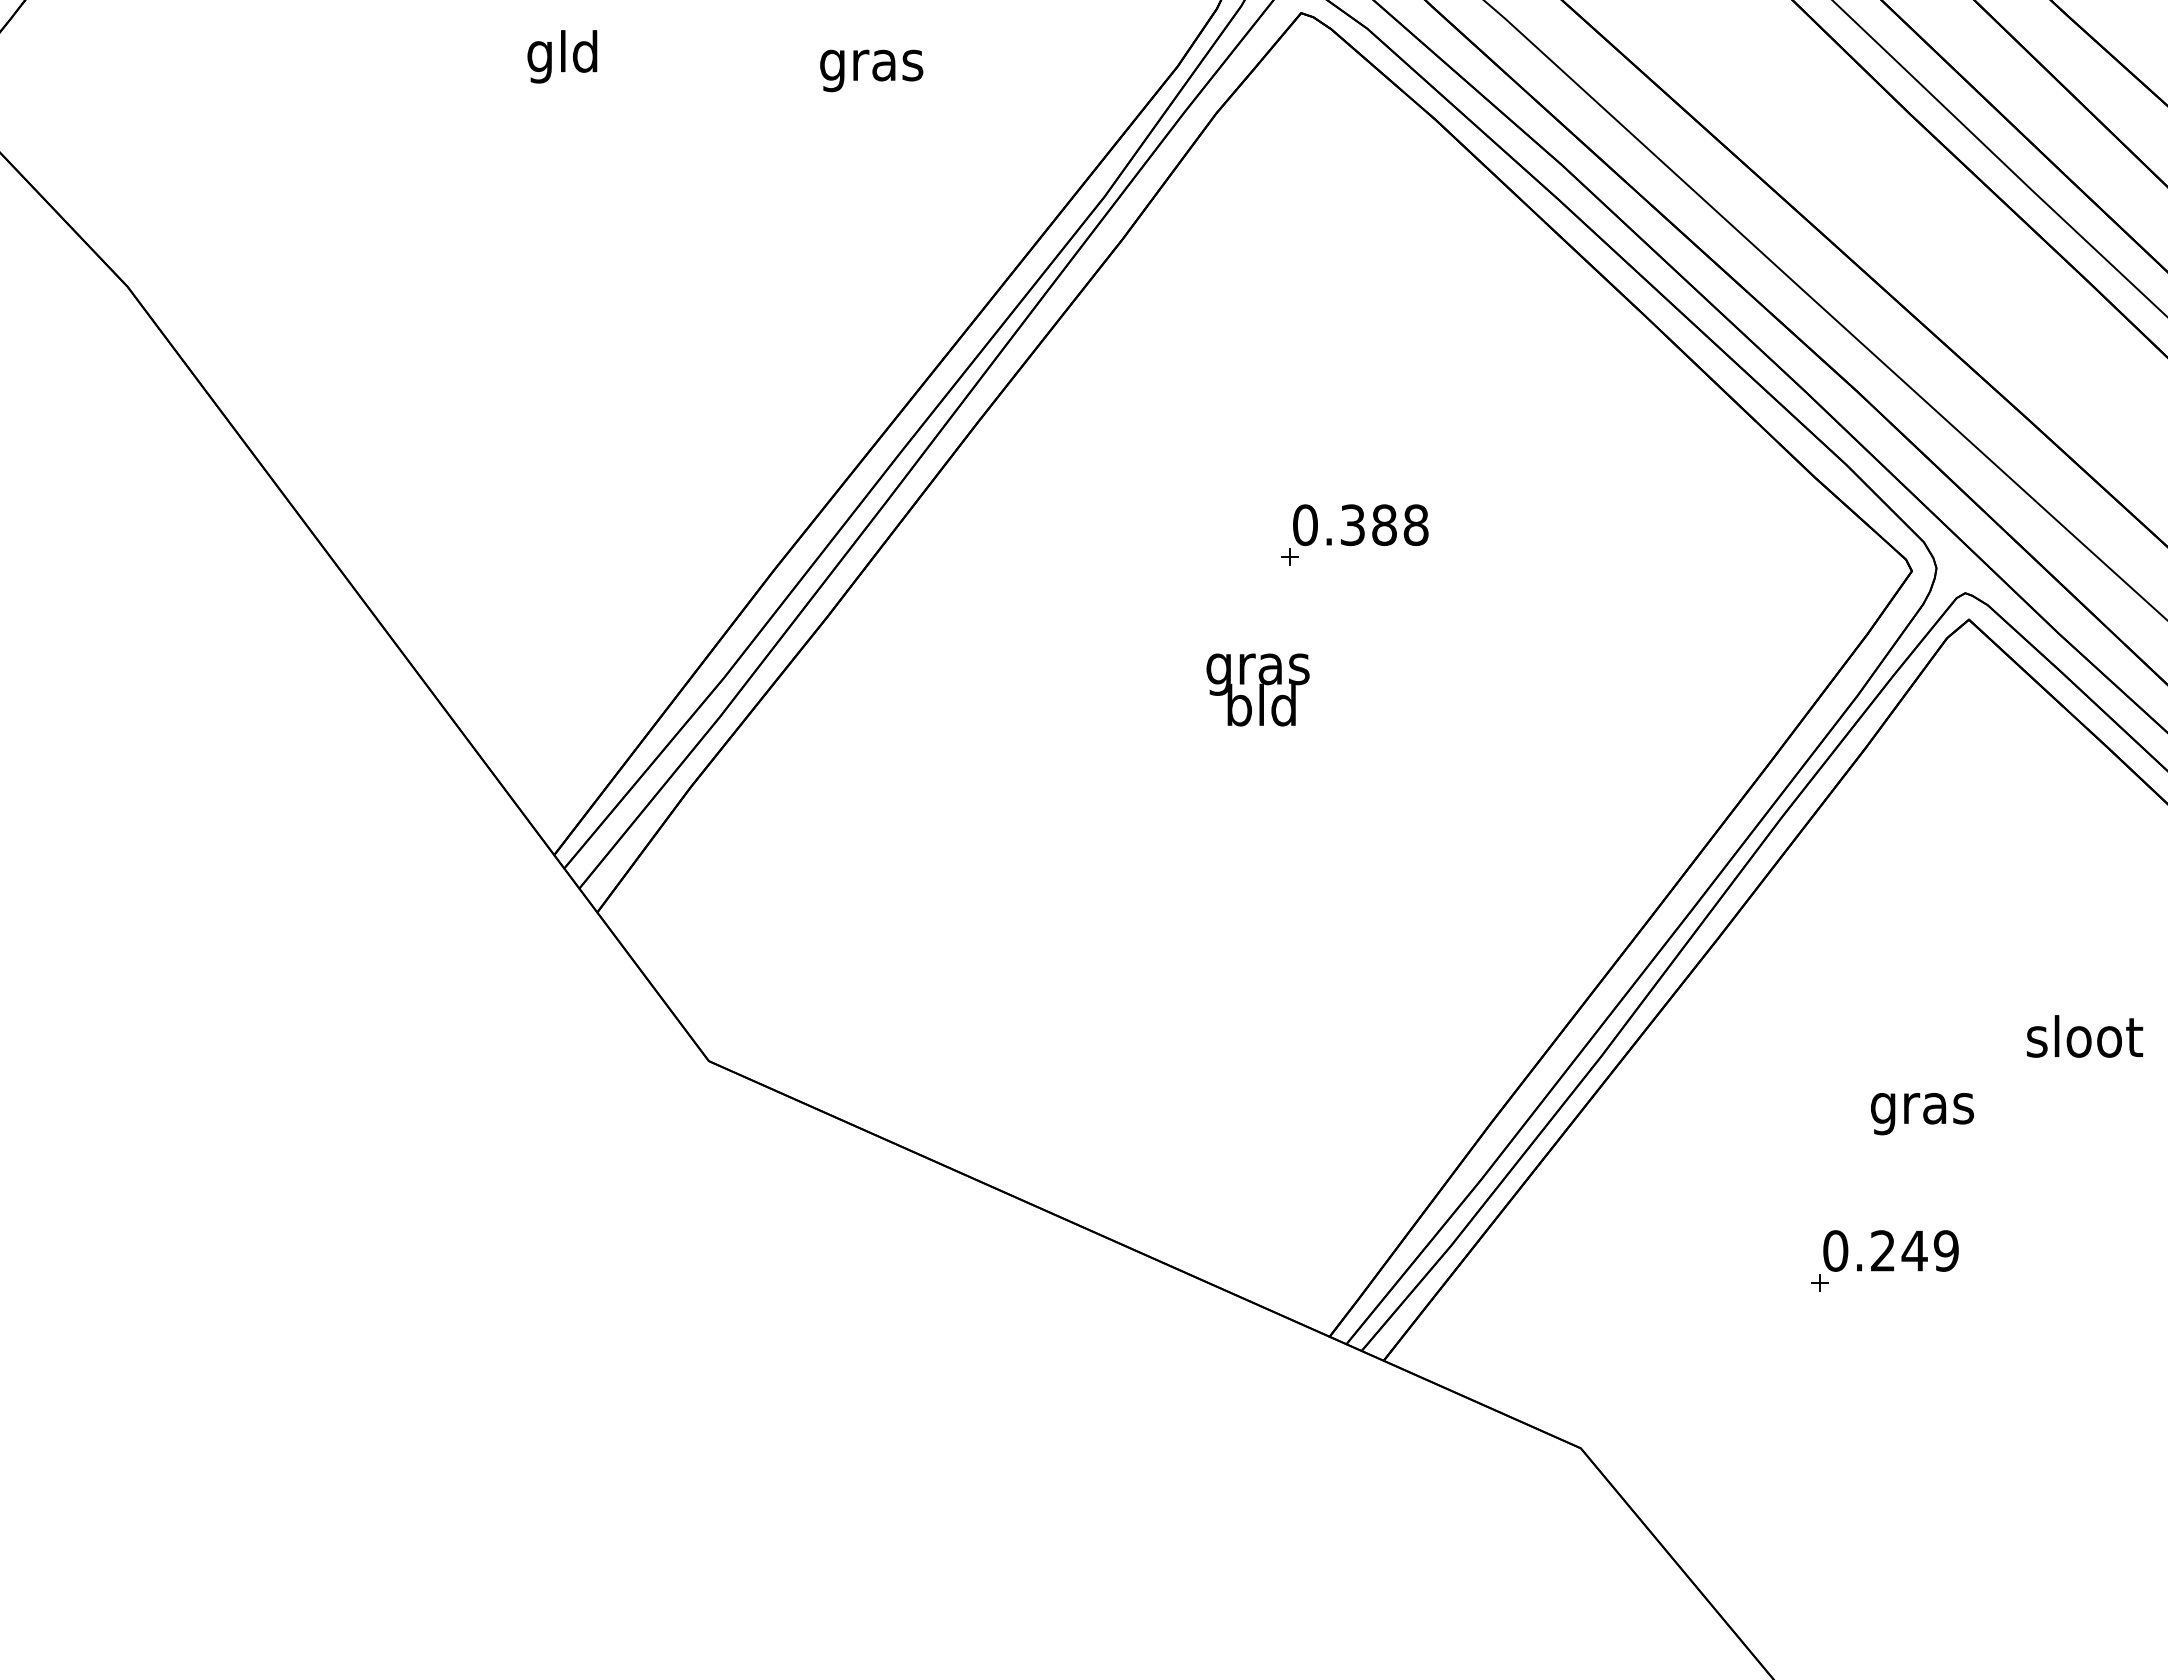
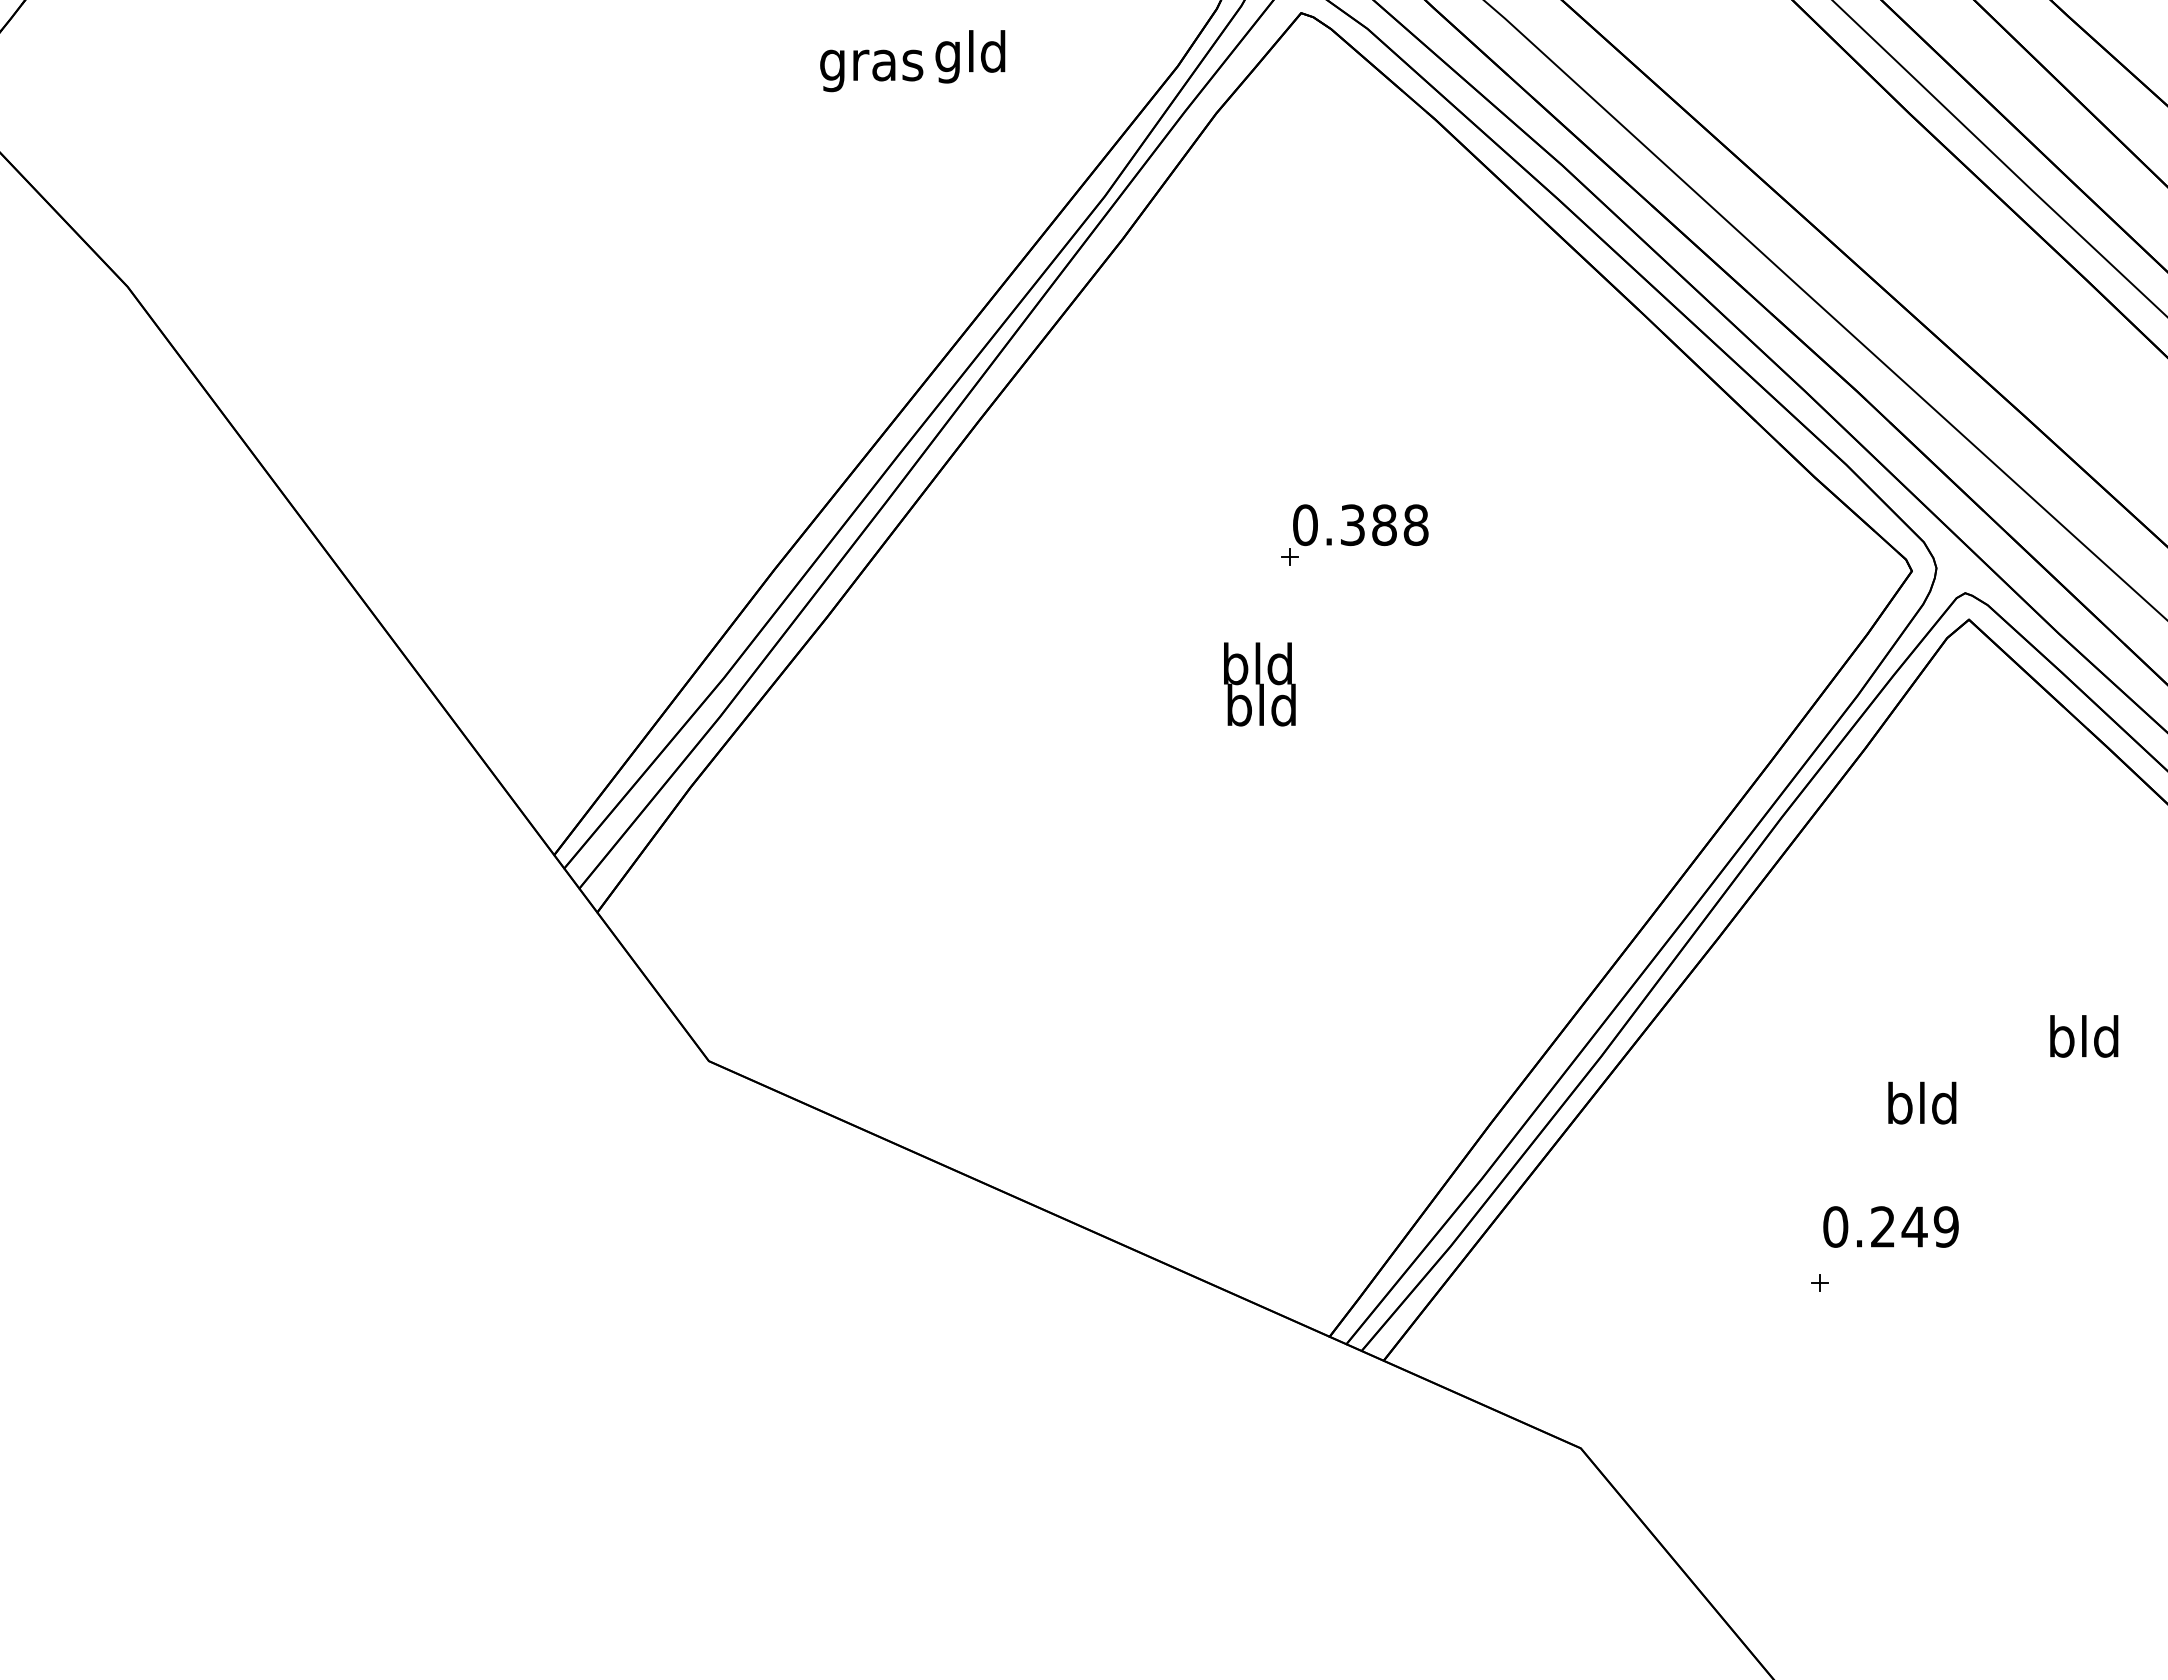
text at (562, 56) position: (562, 56) -> (970, 56)
text at (1257, 668): gras -> bld
text at (2085, 1036): sloot -> bld
text at (1921, 1108): gras -> bld
text at (1890, 1250) position: (1890, 1250) -> (1890, 1226)
